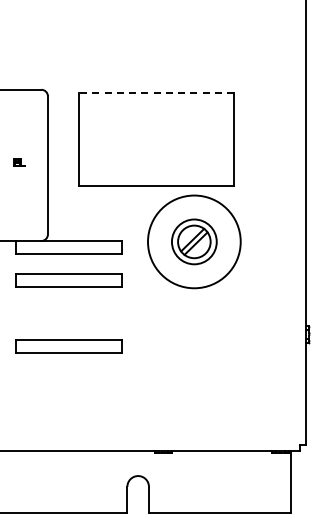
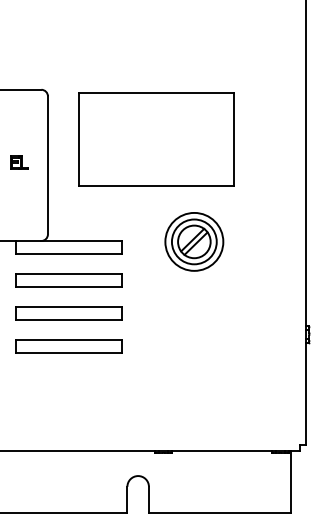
line at (156, 92): dashed -> solid
part at (19, 162) size: 13x9 px -> 19x15 px
circle at (194, 241) diameter: 93 px -> 58 px
part at (68, 313): none -> present
